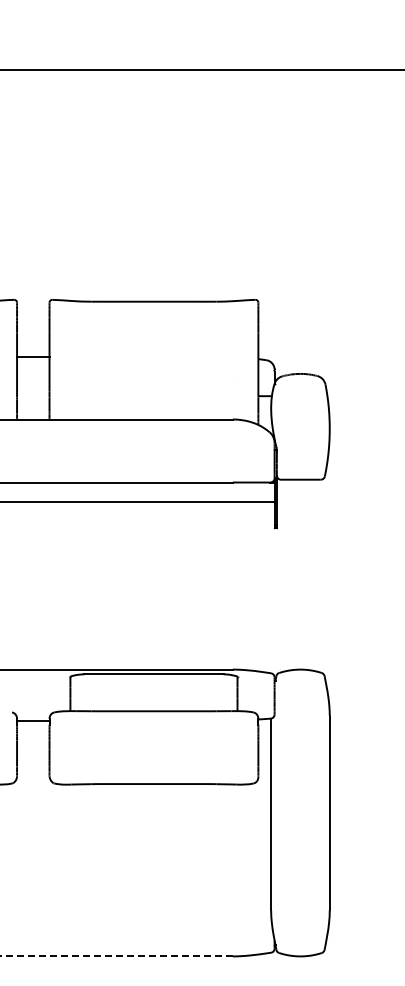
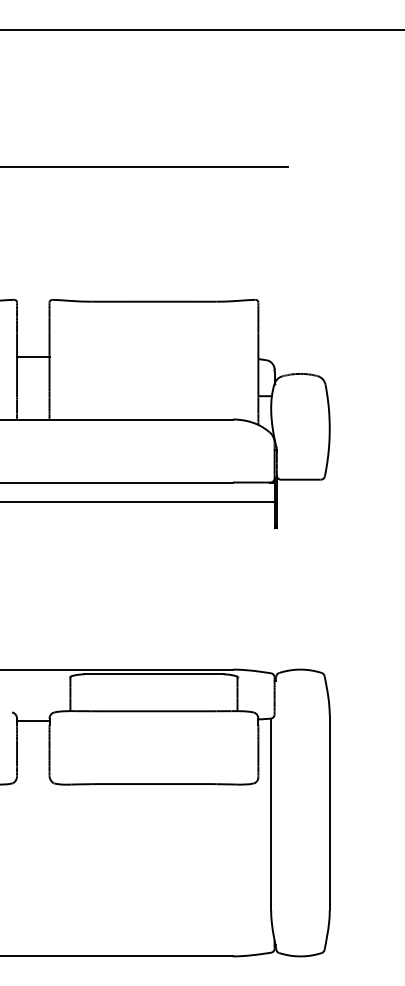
line at (201, 69) position: (201, 69) -> (201, 29)
line at (145, 166): none -> present
line at (115, 956): dashed -> solid
